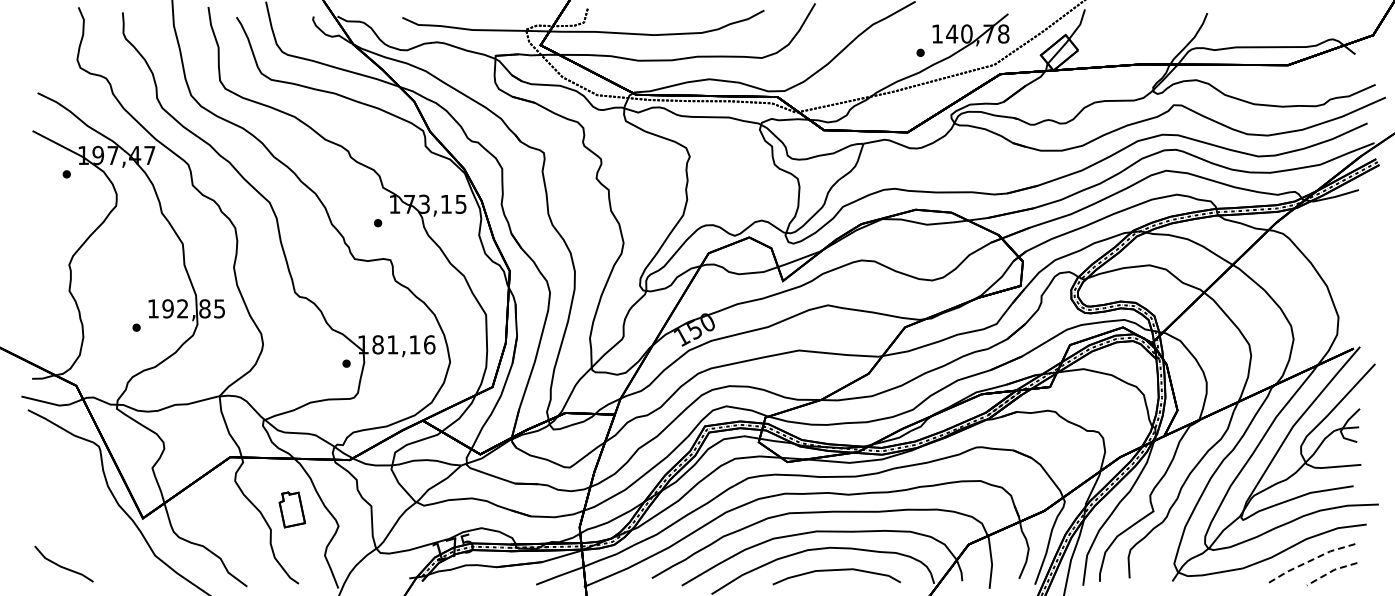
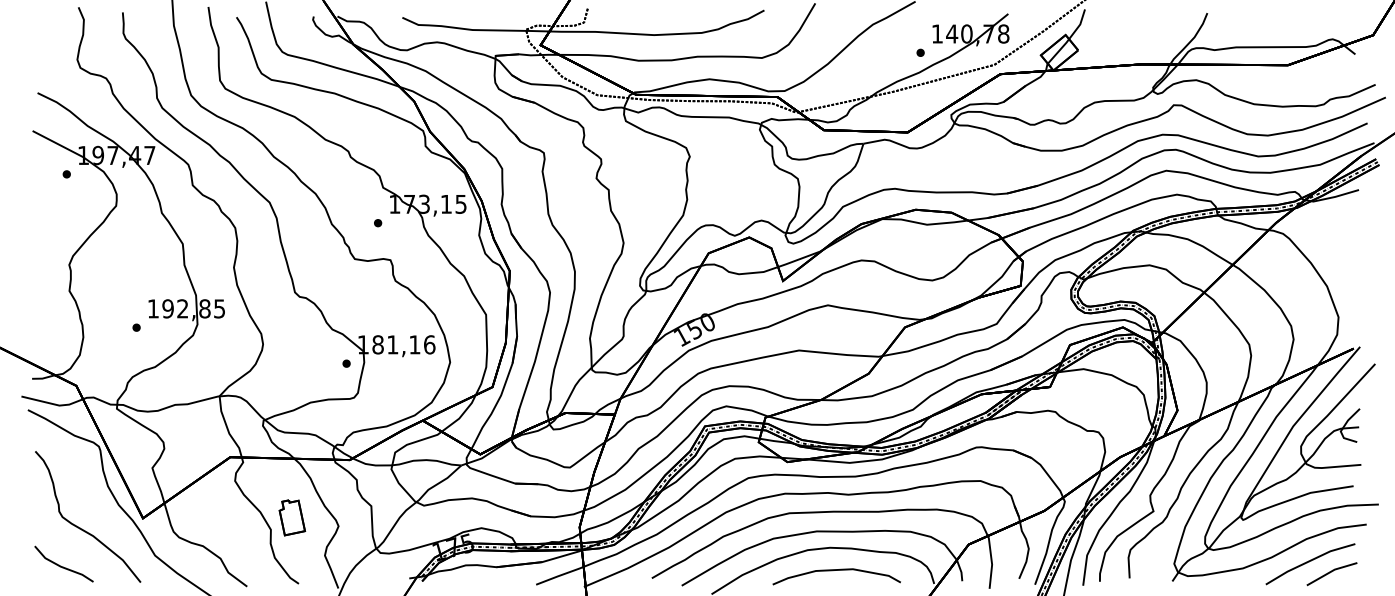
part at (292, 509) position: (292, 509) -> (292, 517)
curve at (82, 528): none -> present
line at (1308, 561): dashed -> solid
line at (1331, 571): dashed -> solid
